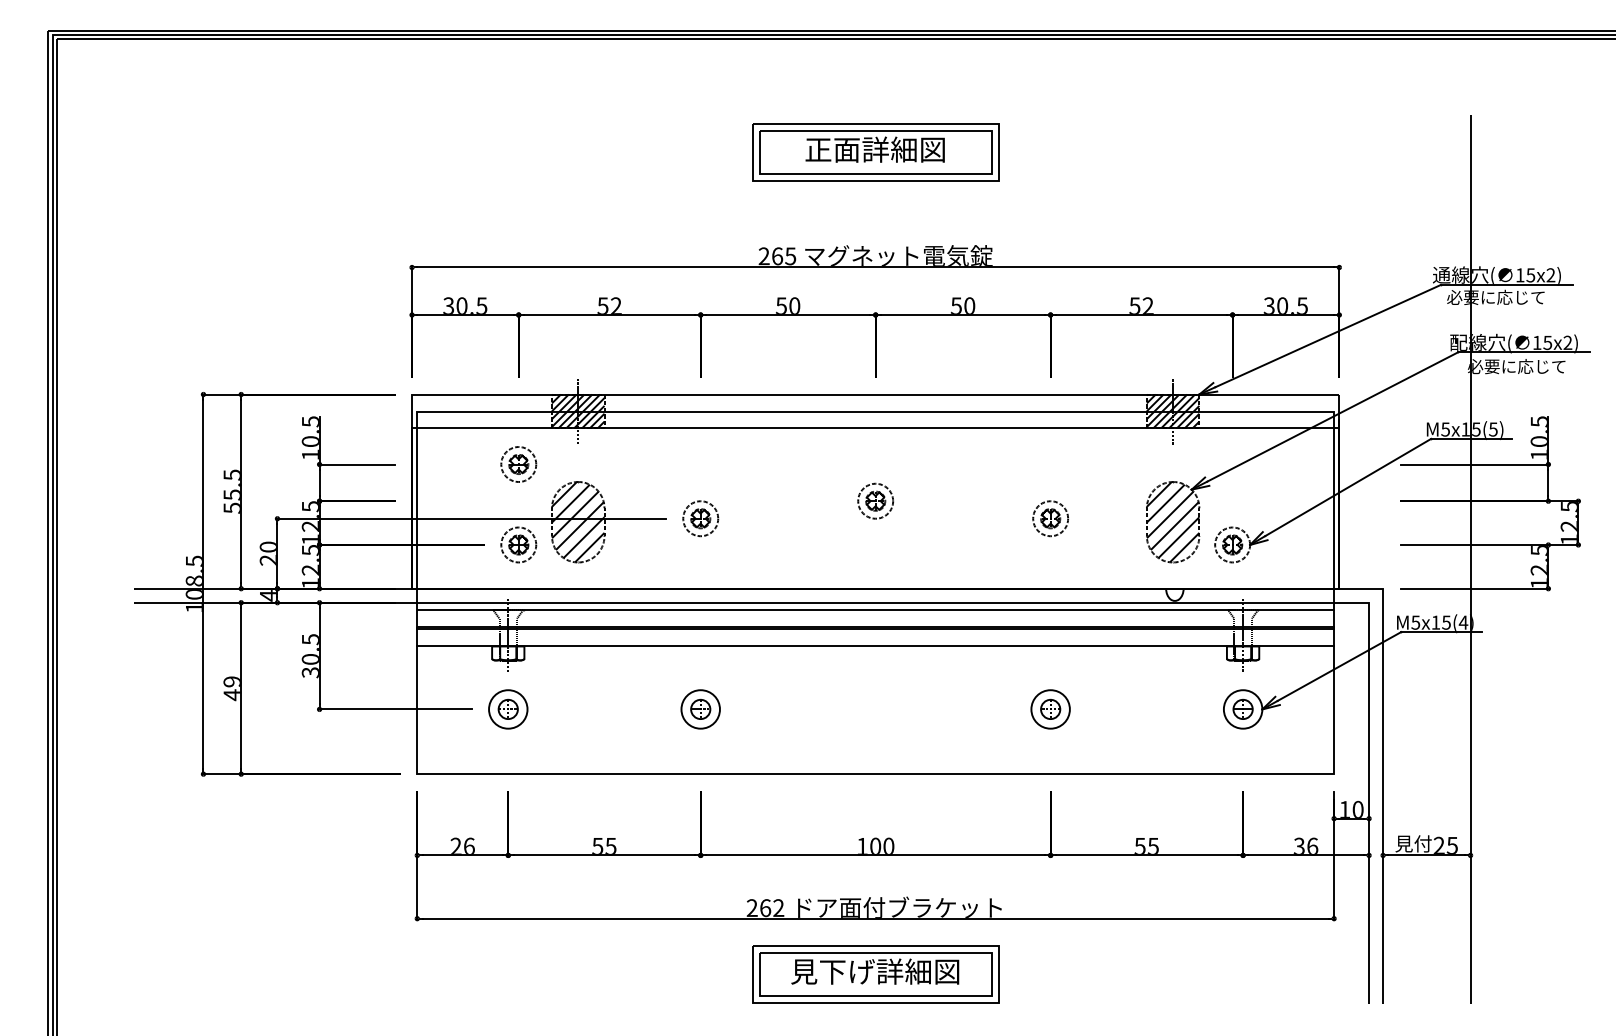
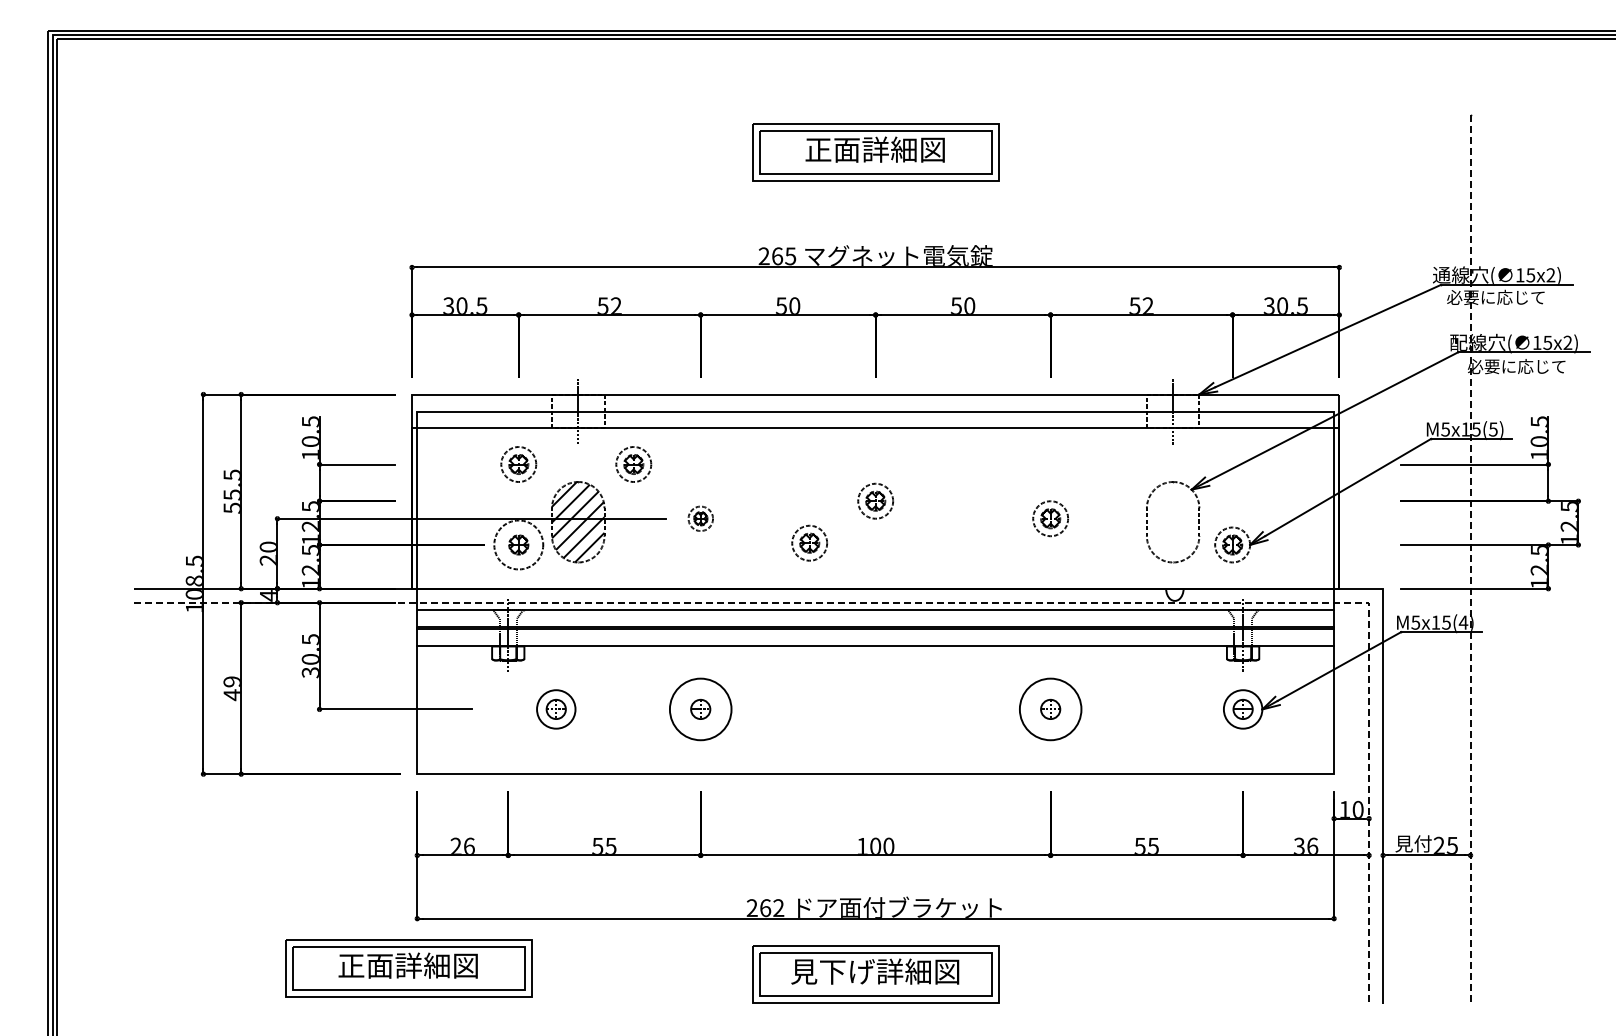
hatch at (578, 410): present -> none
hatch at (1172, 410): present -> none
part at (633, 464): none -> present
part at (700, 518) size: 38x38 px -> 27x27 px
hatch at (1172, 522): present -> none
part at (809, 542): none -> present
circle at (518, 544) diameter: 35 px -> 49 px
line at (1470, 559): solid -> dashed
line at (953, 602): solid -> dashed
part at (508, 709) position: (508, 709) -> (556, 709)
circle at (700, 709) diameter: 38 px -> 62 px
circle at (1050, 709) diameter: 38 px -> 62 px
part at (408, 968): none -> present
